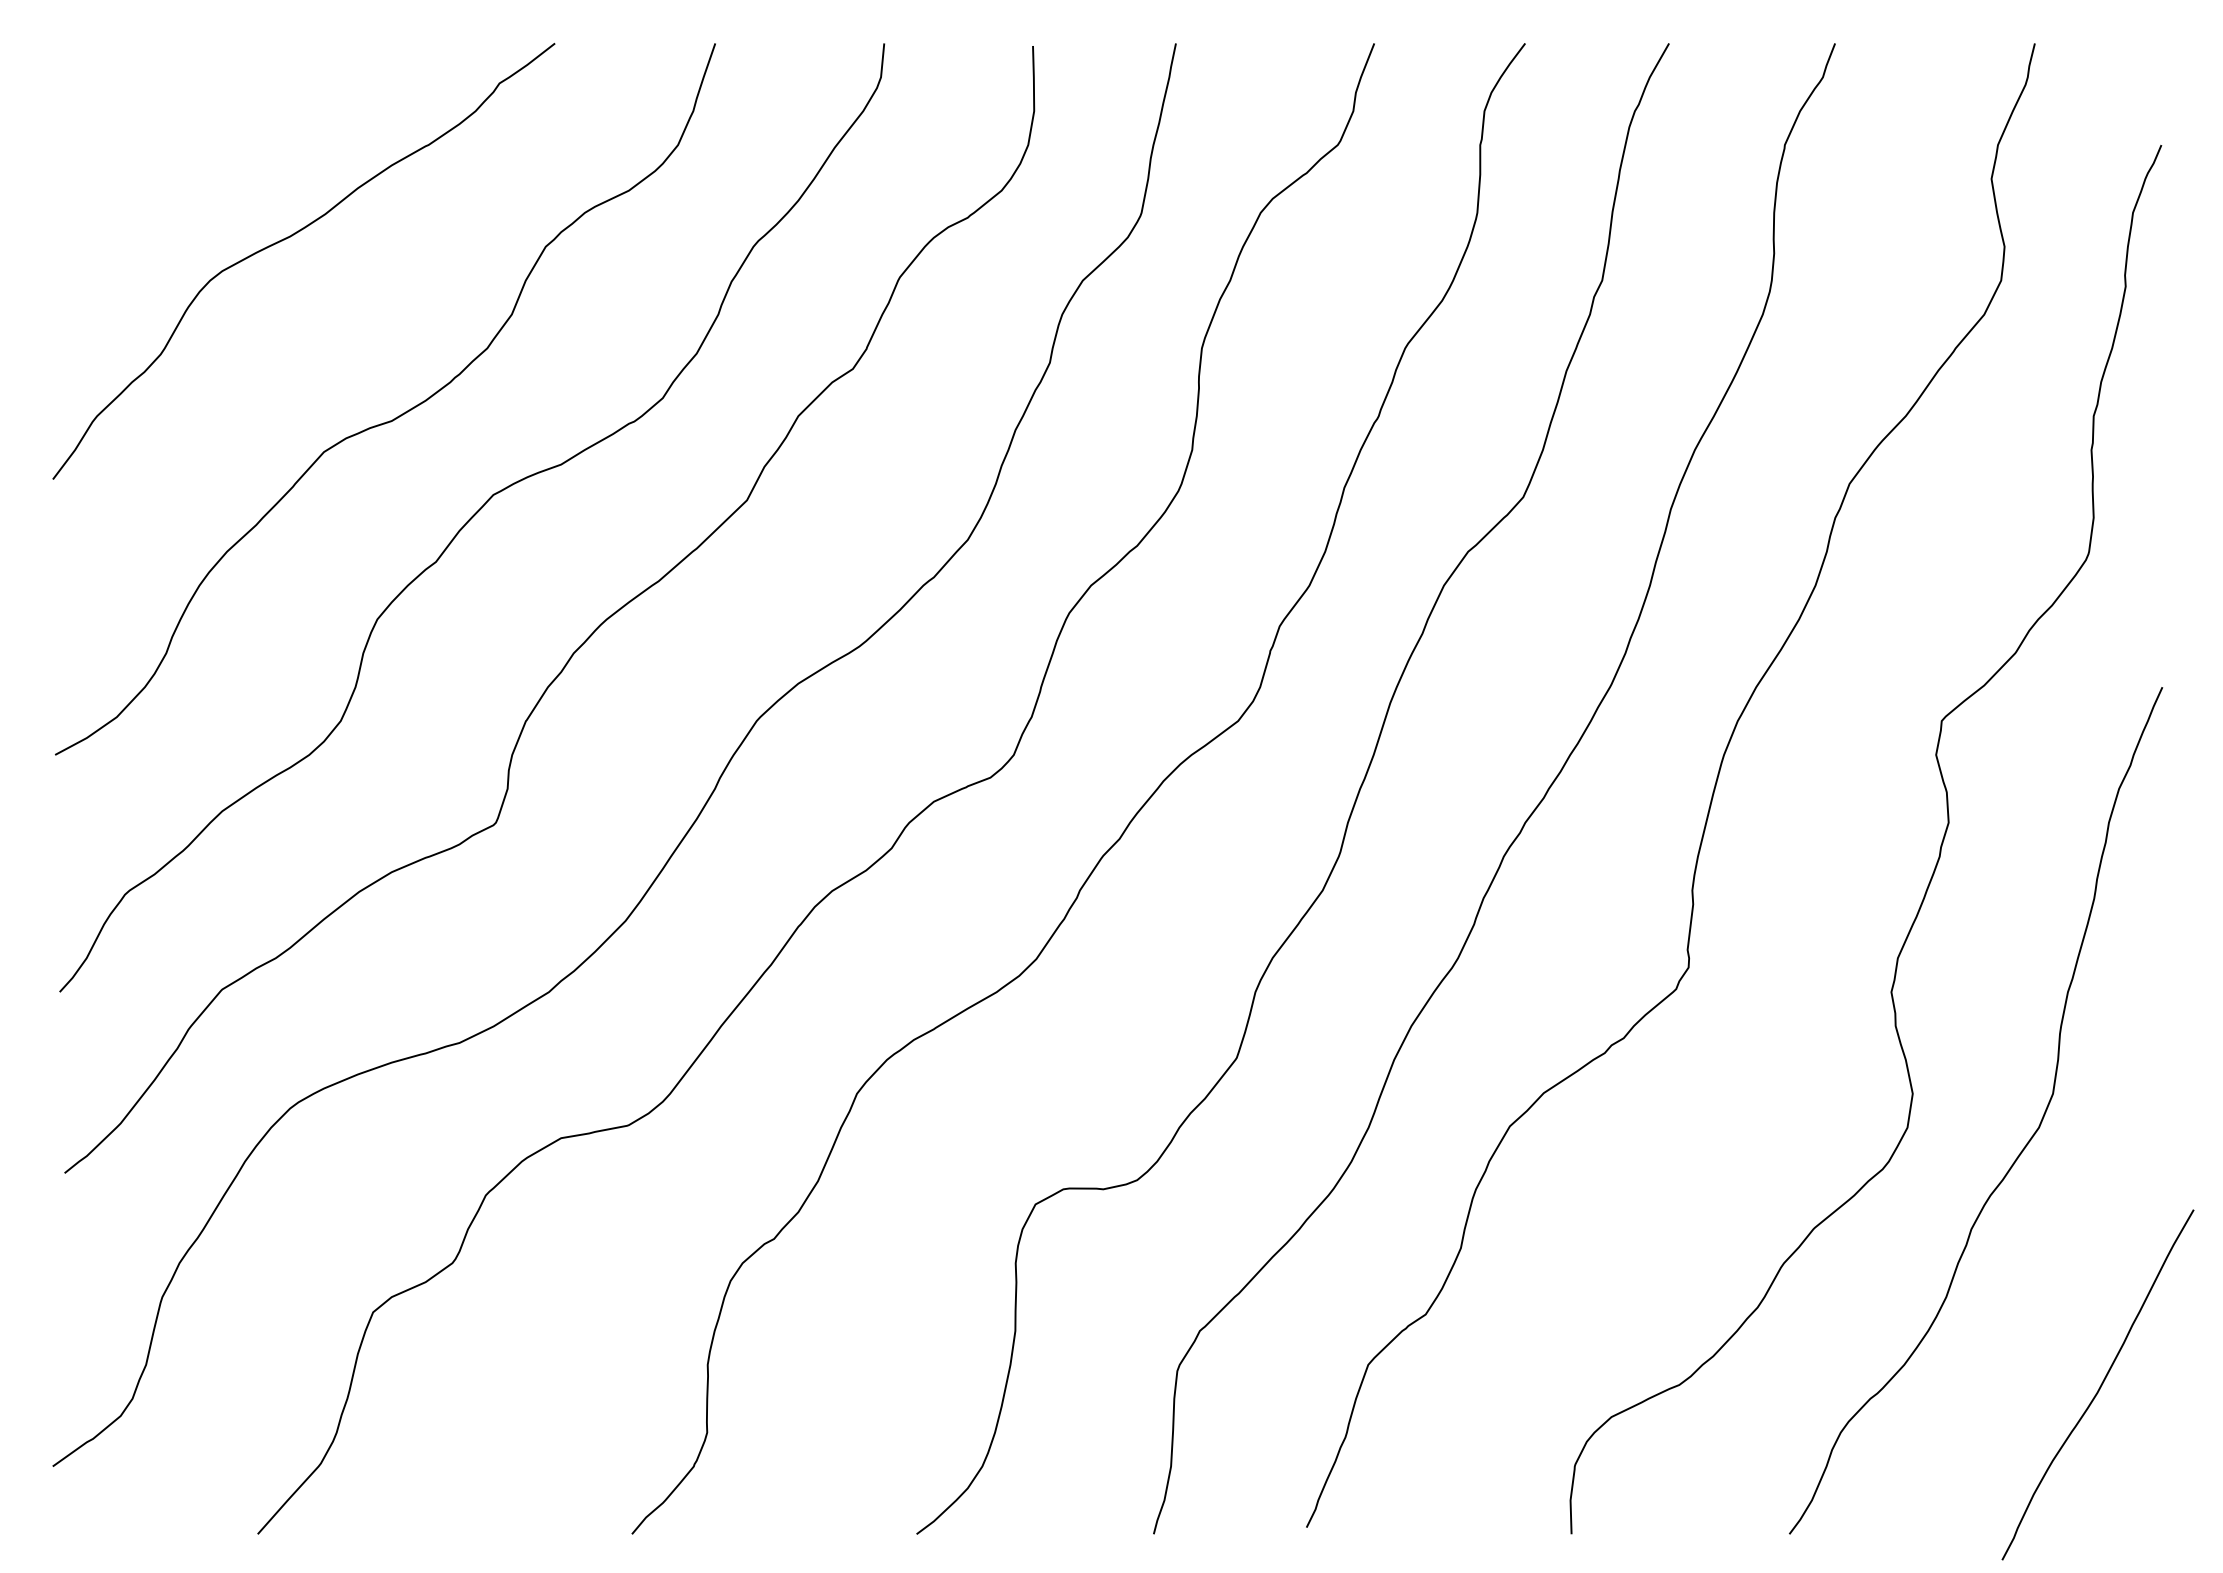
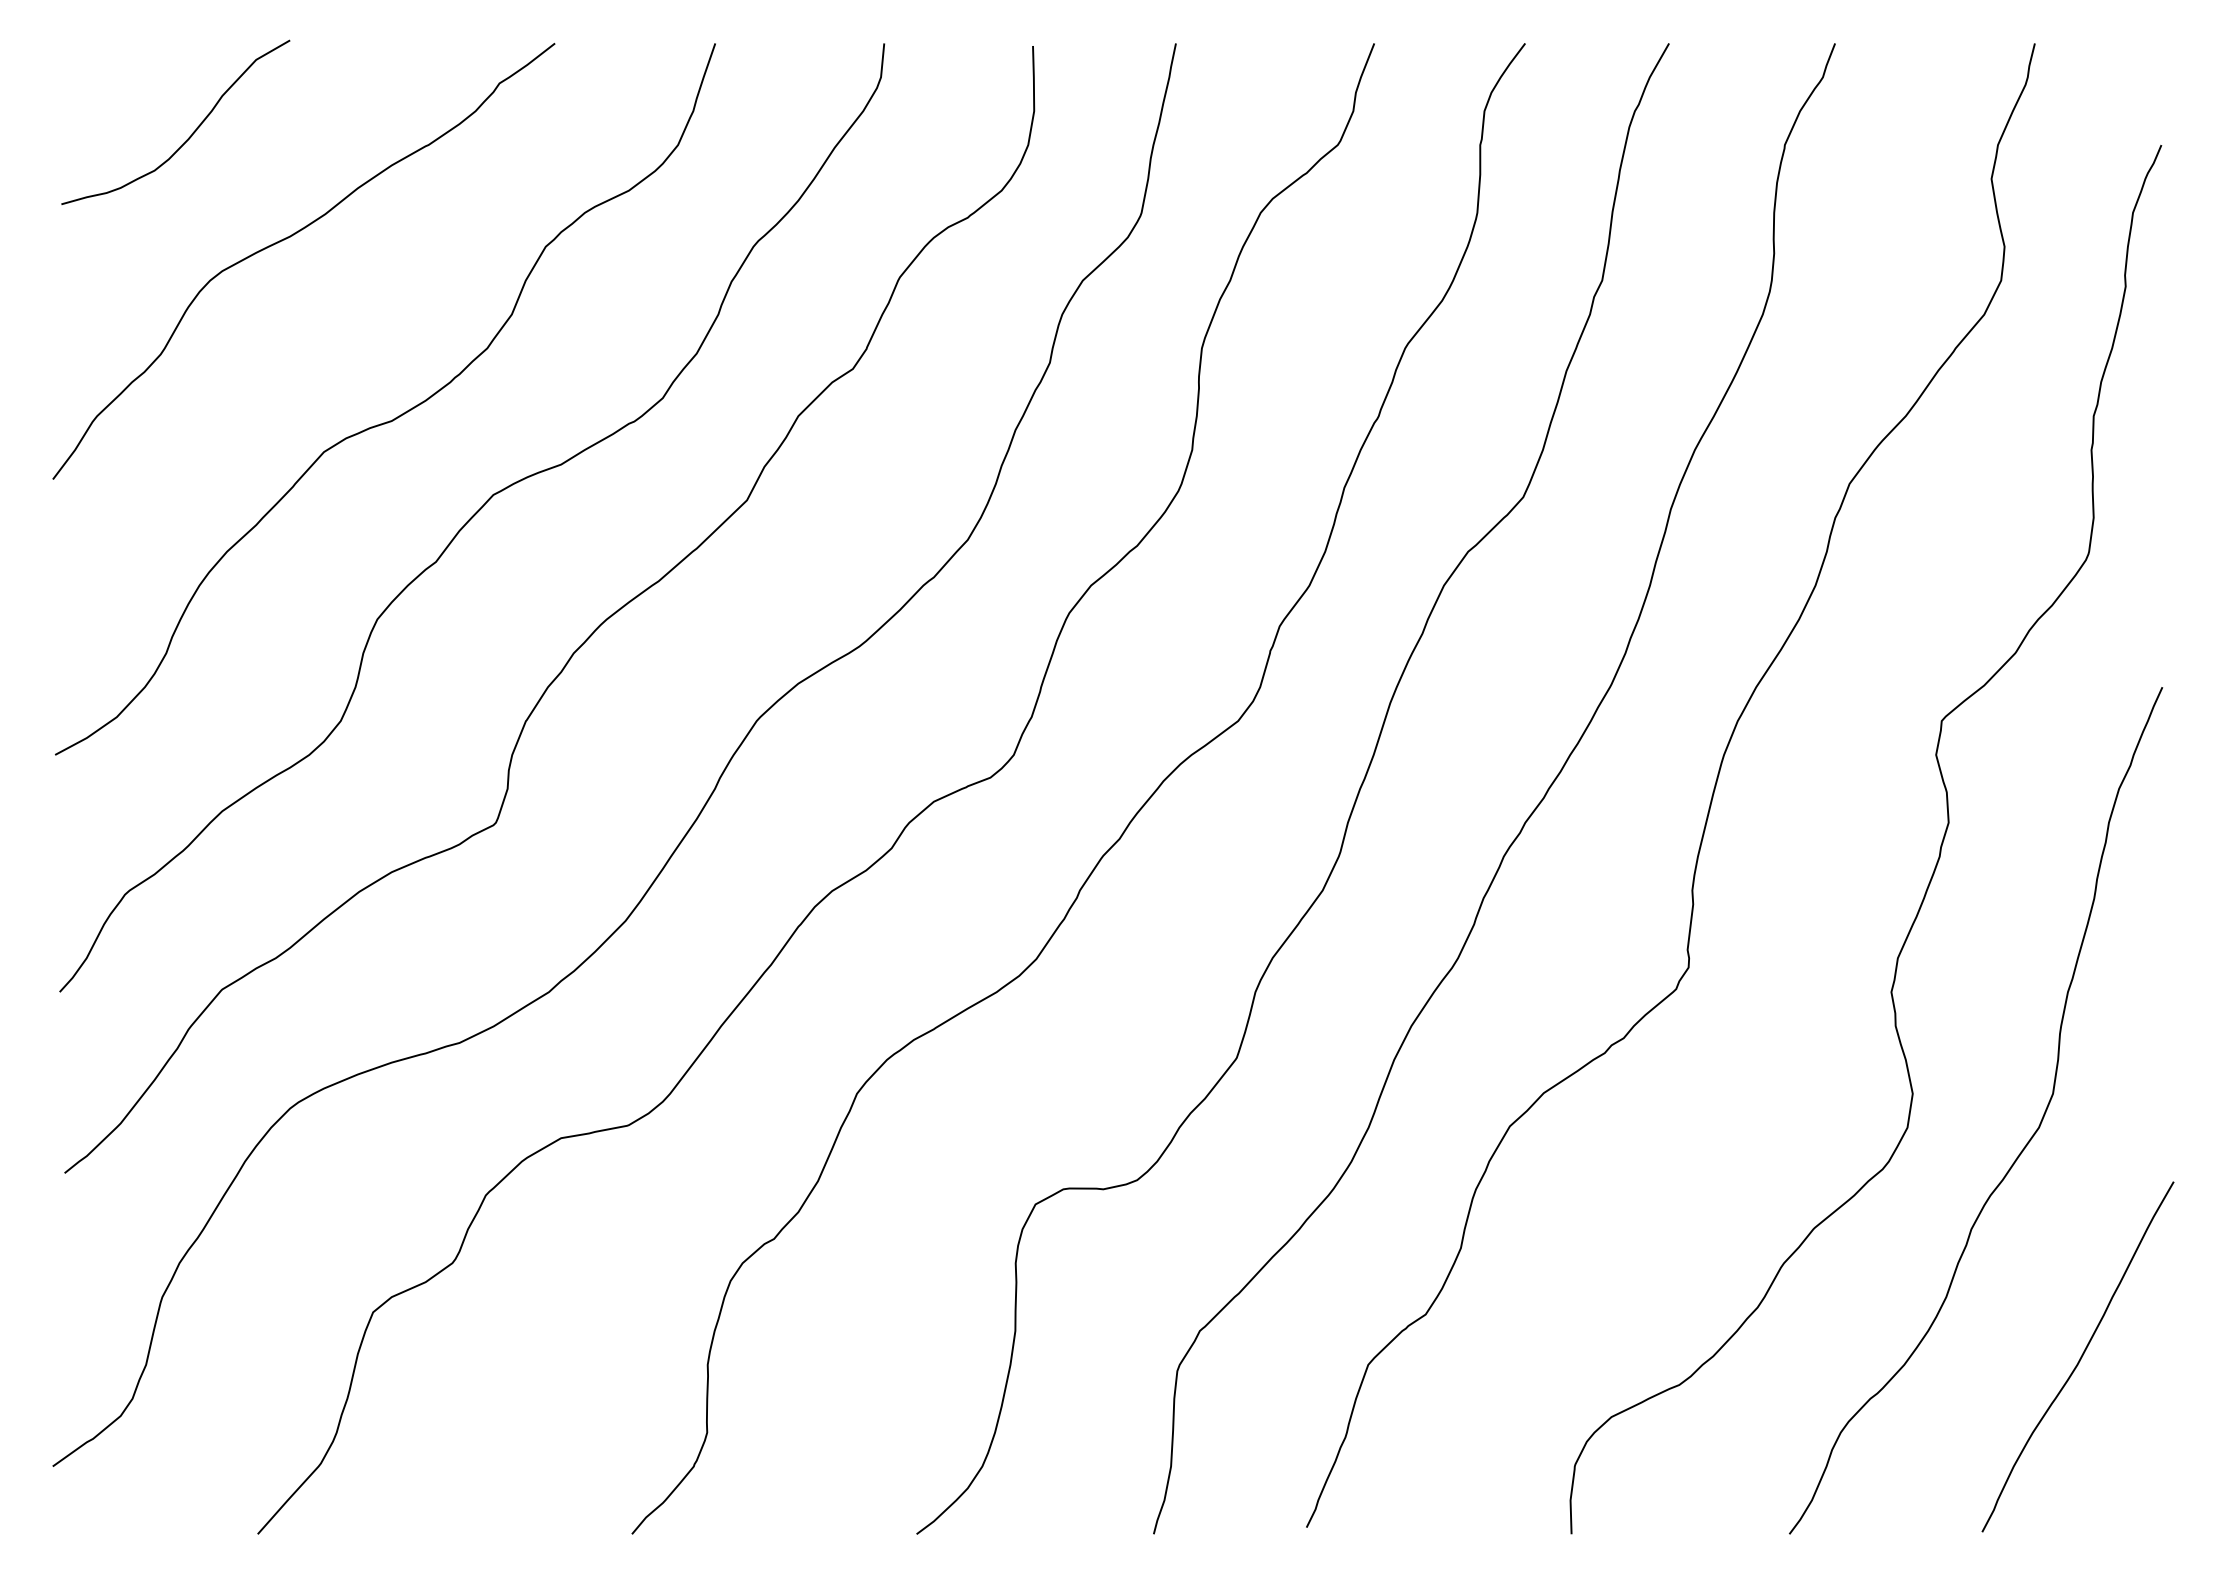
curve at (192, 132): none -> present
curve at (2099, 1386) position: (2099, 1386) -> (2079, 1358)
